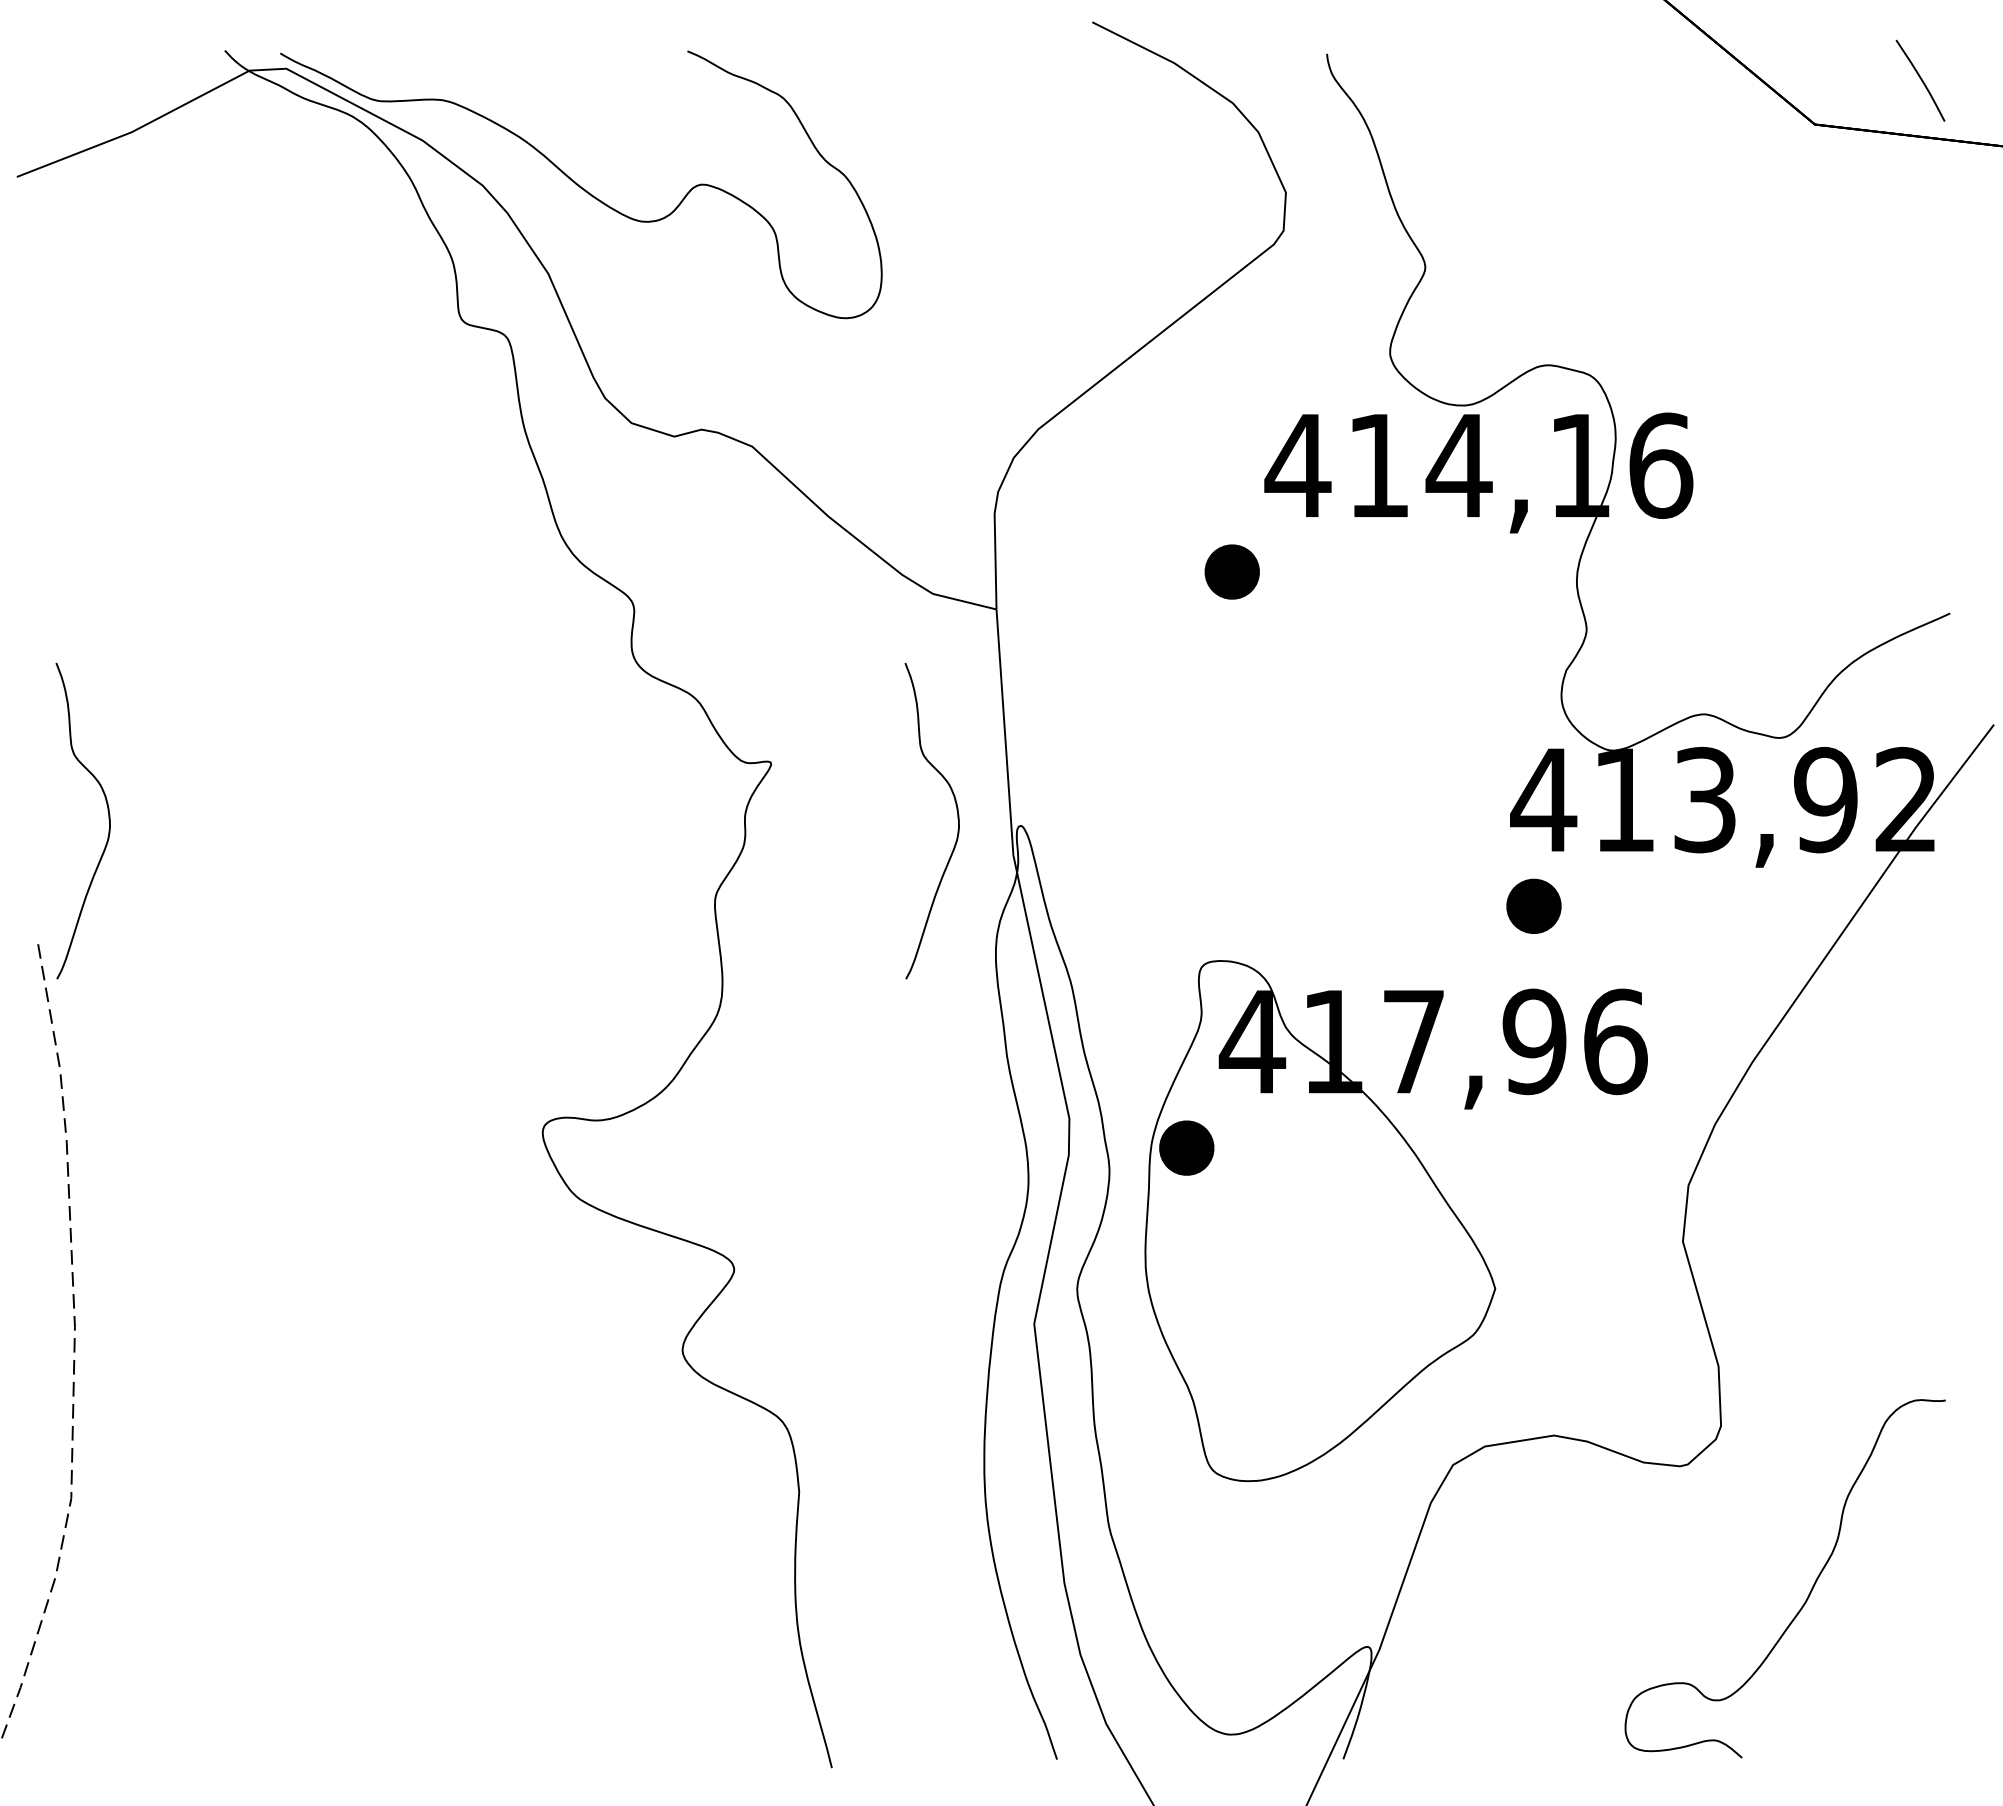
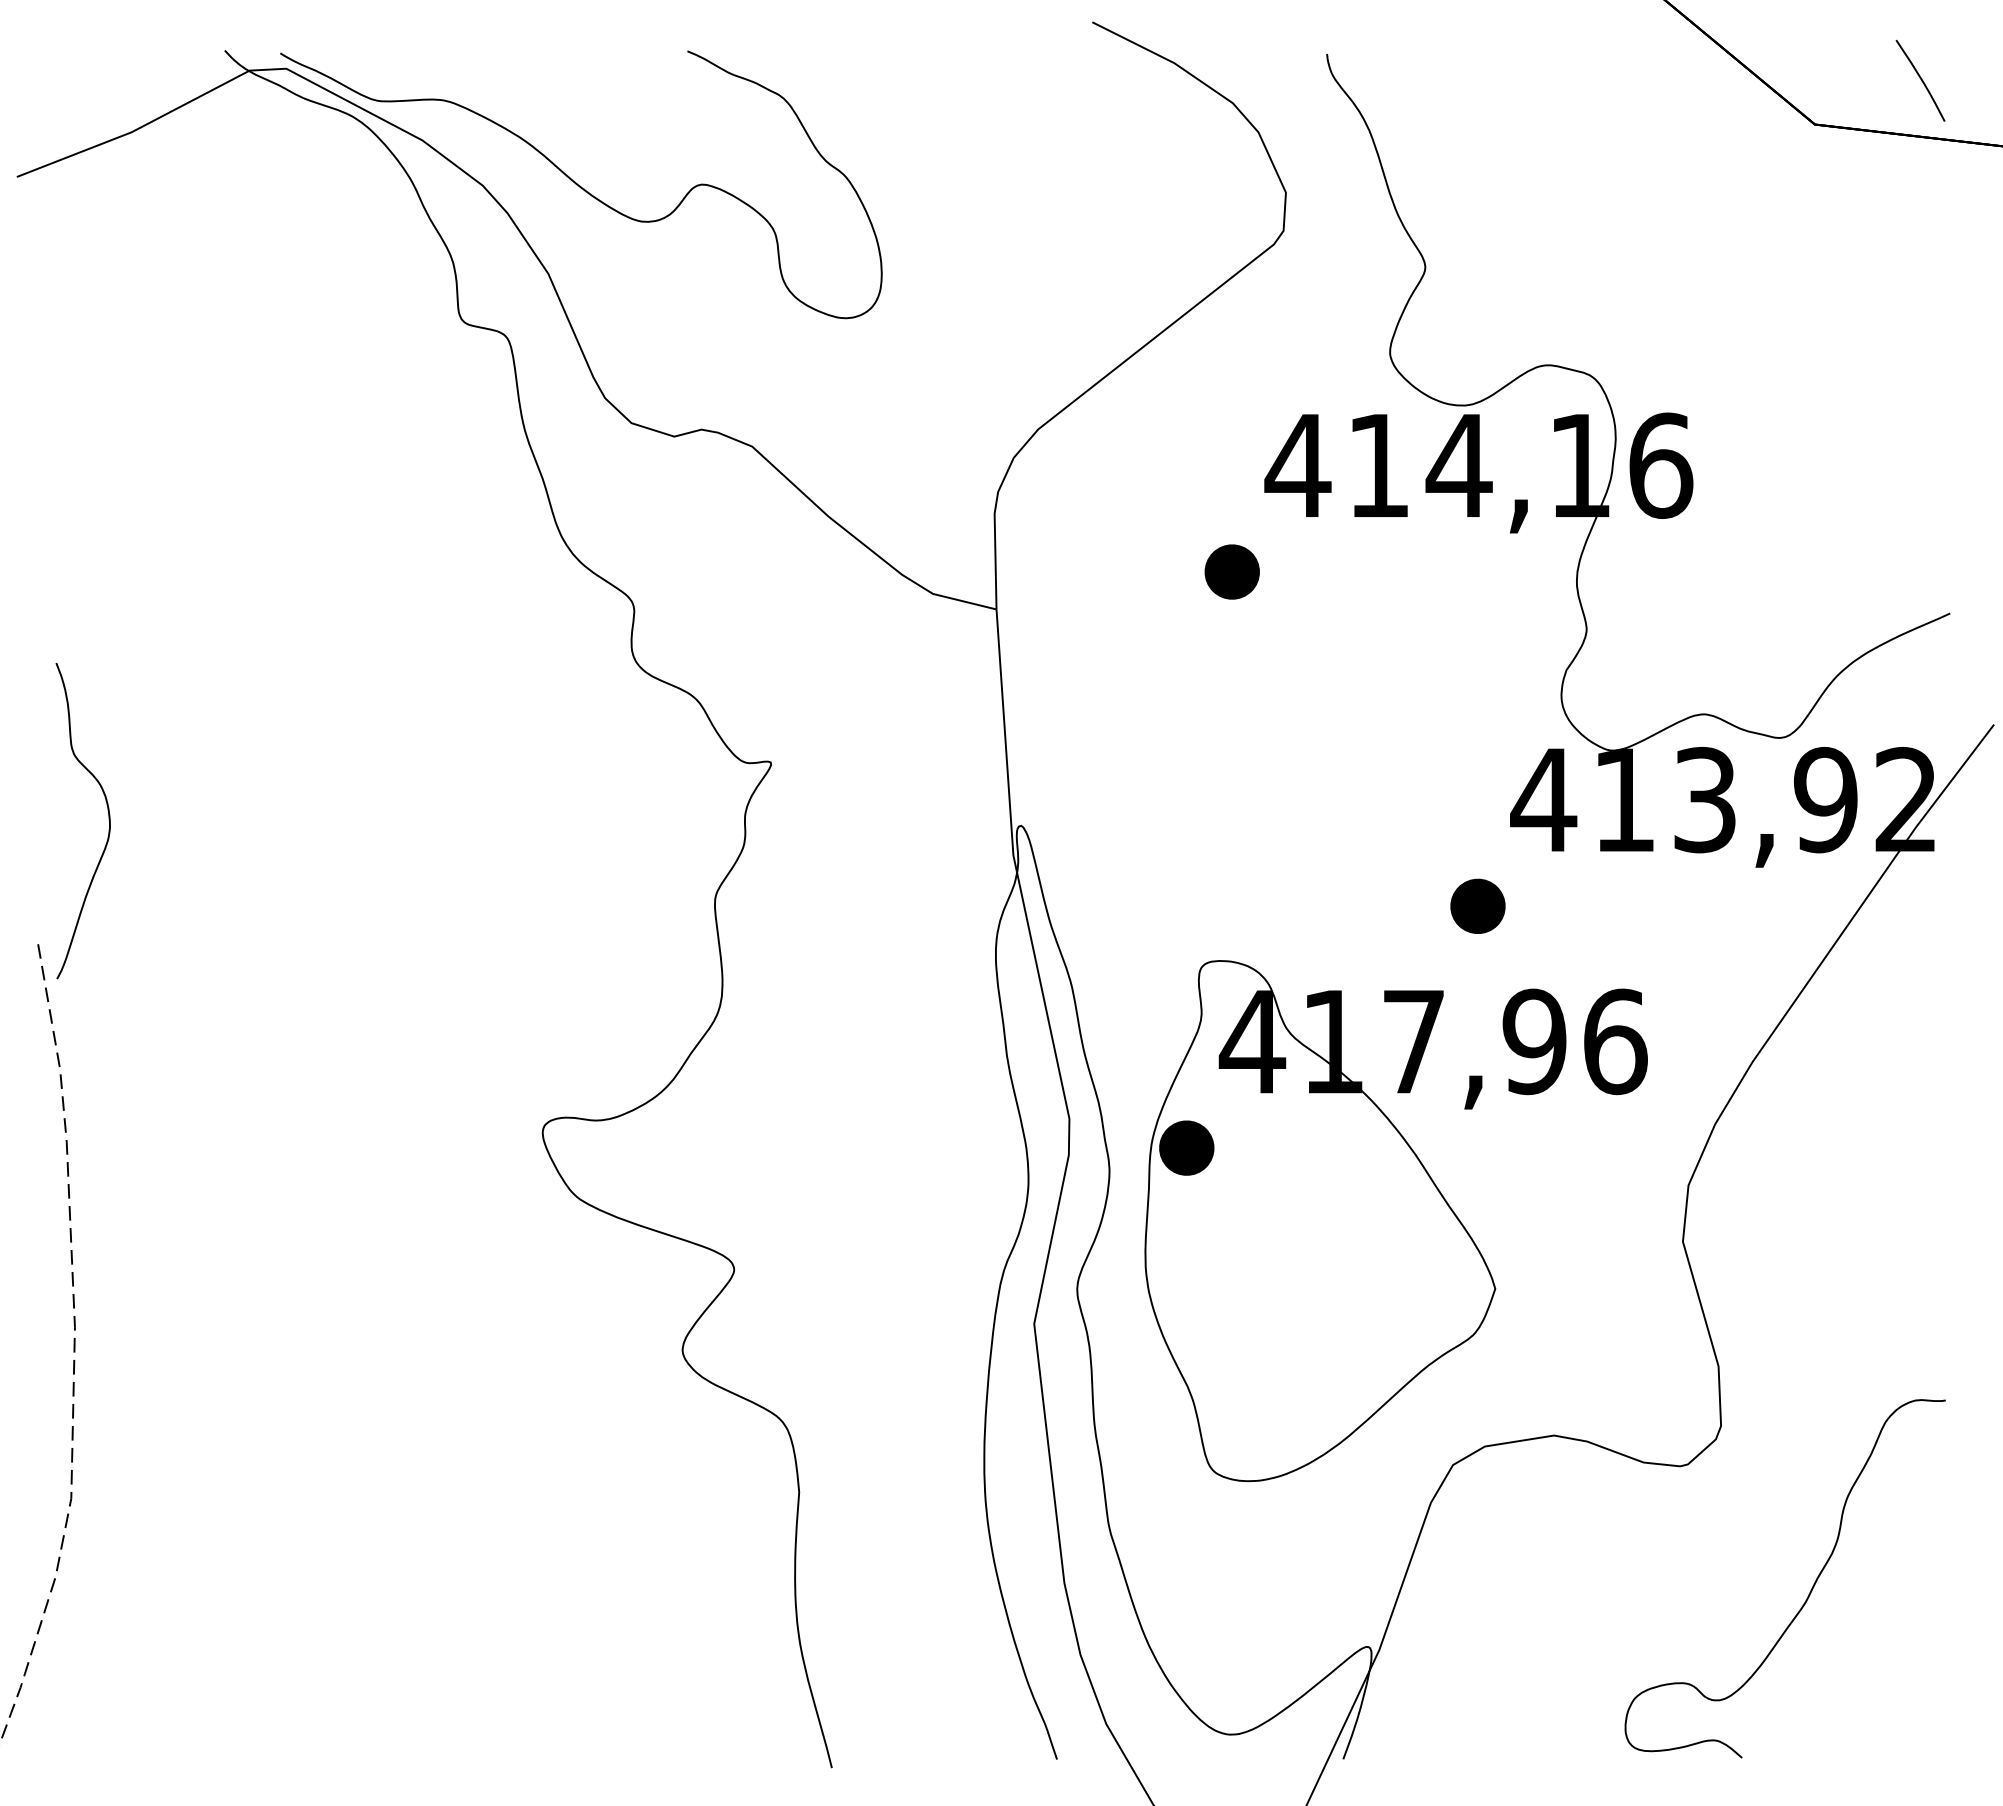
curve at (957, 819): present -> none
part at (1533, 905) position: (1533, 905) -> (1477, 905)
